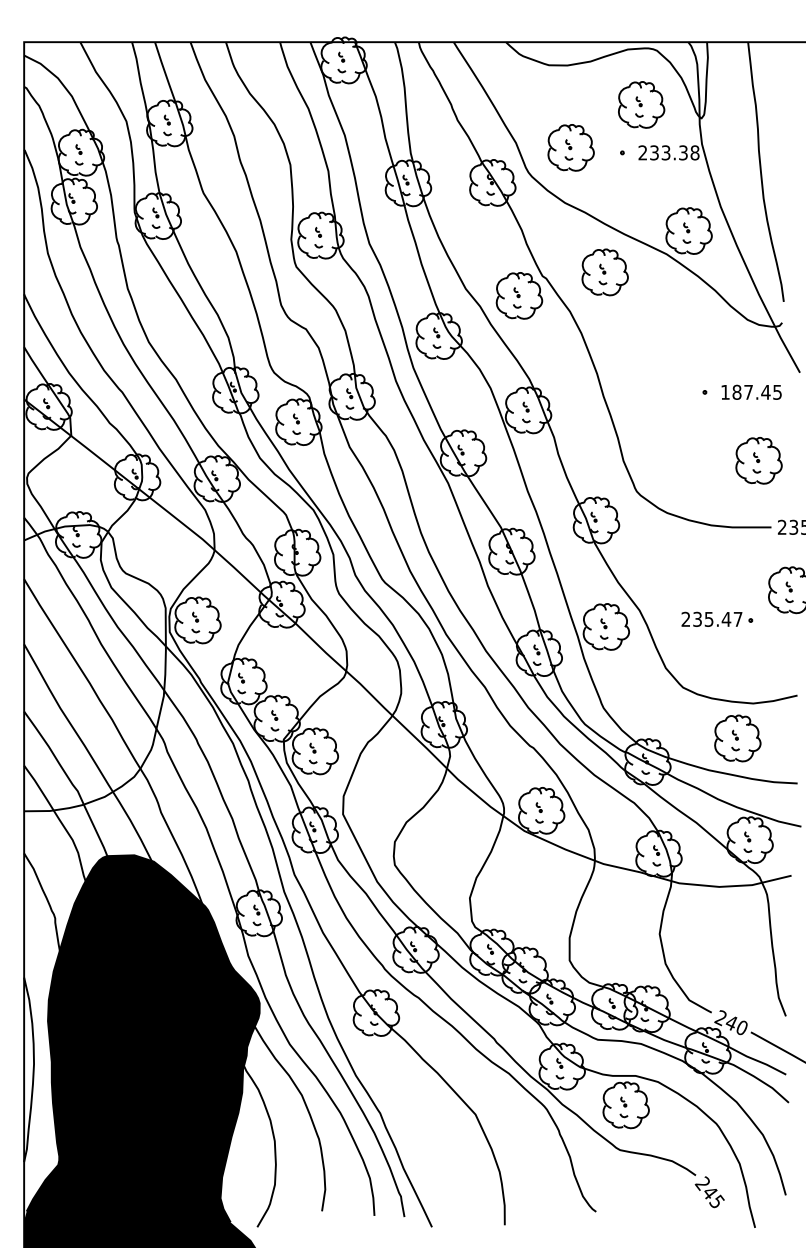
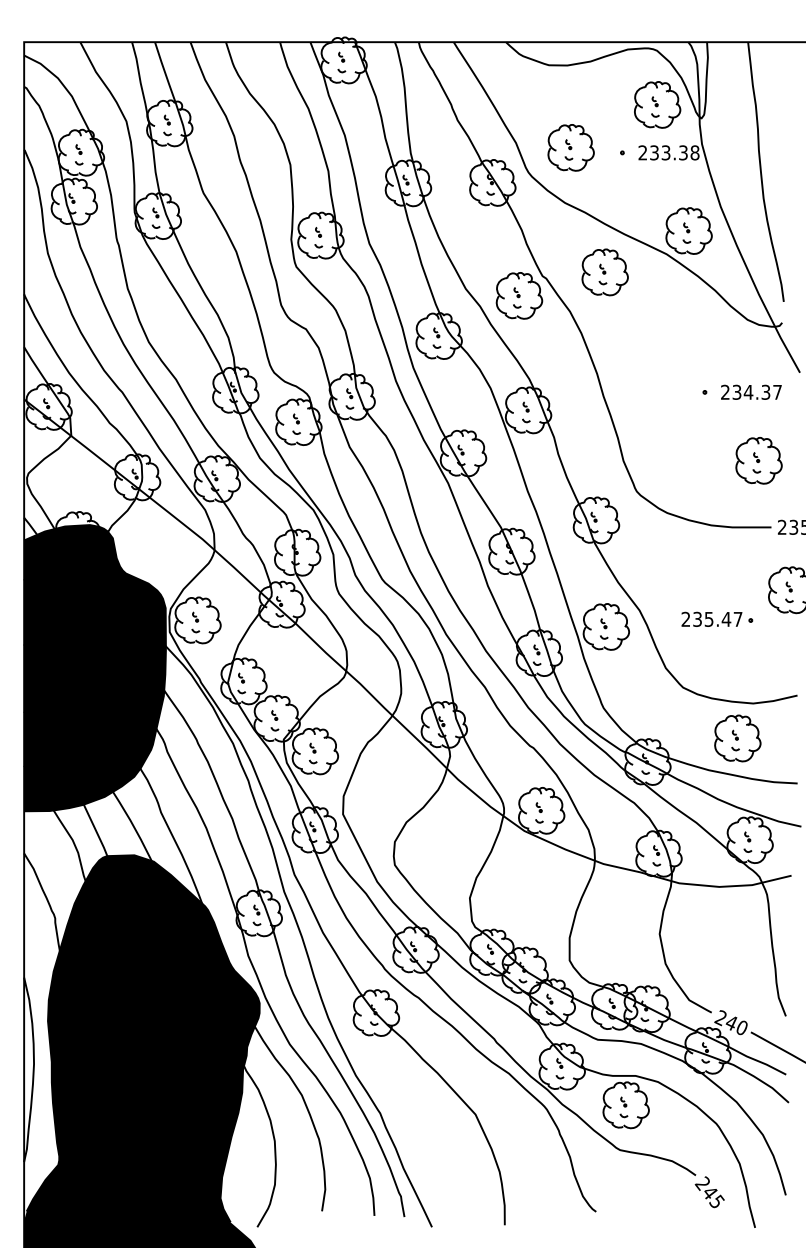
part at (641, 104) position: (641, 104) -> (657, 104)
text at (751, 391): 187.45 -> 234.37
fill at (94, 668): none -> present
